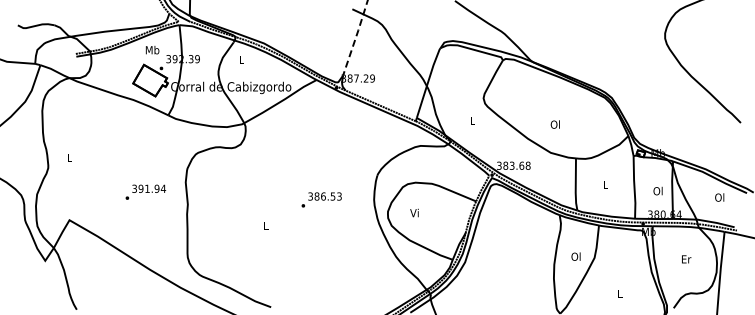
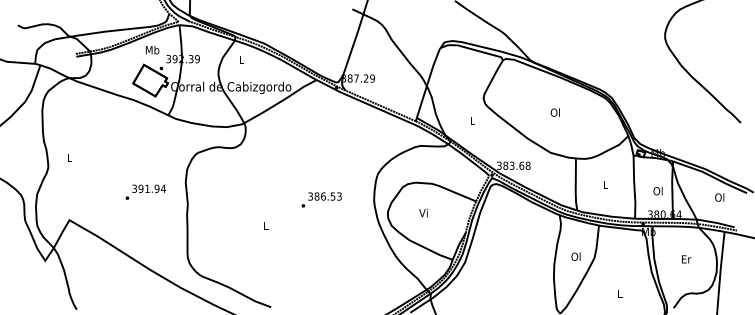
line at (355, 37): dashed -> solid
text at (554, 124) position: (554, 124) -> (554, 112)
text at (414, 212) position: (414, 212) -> (423, 212)
